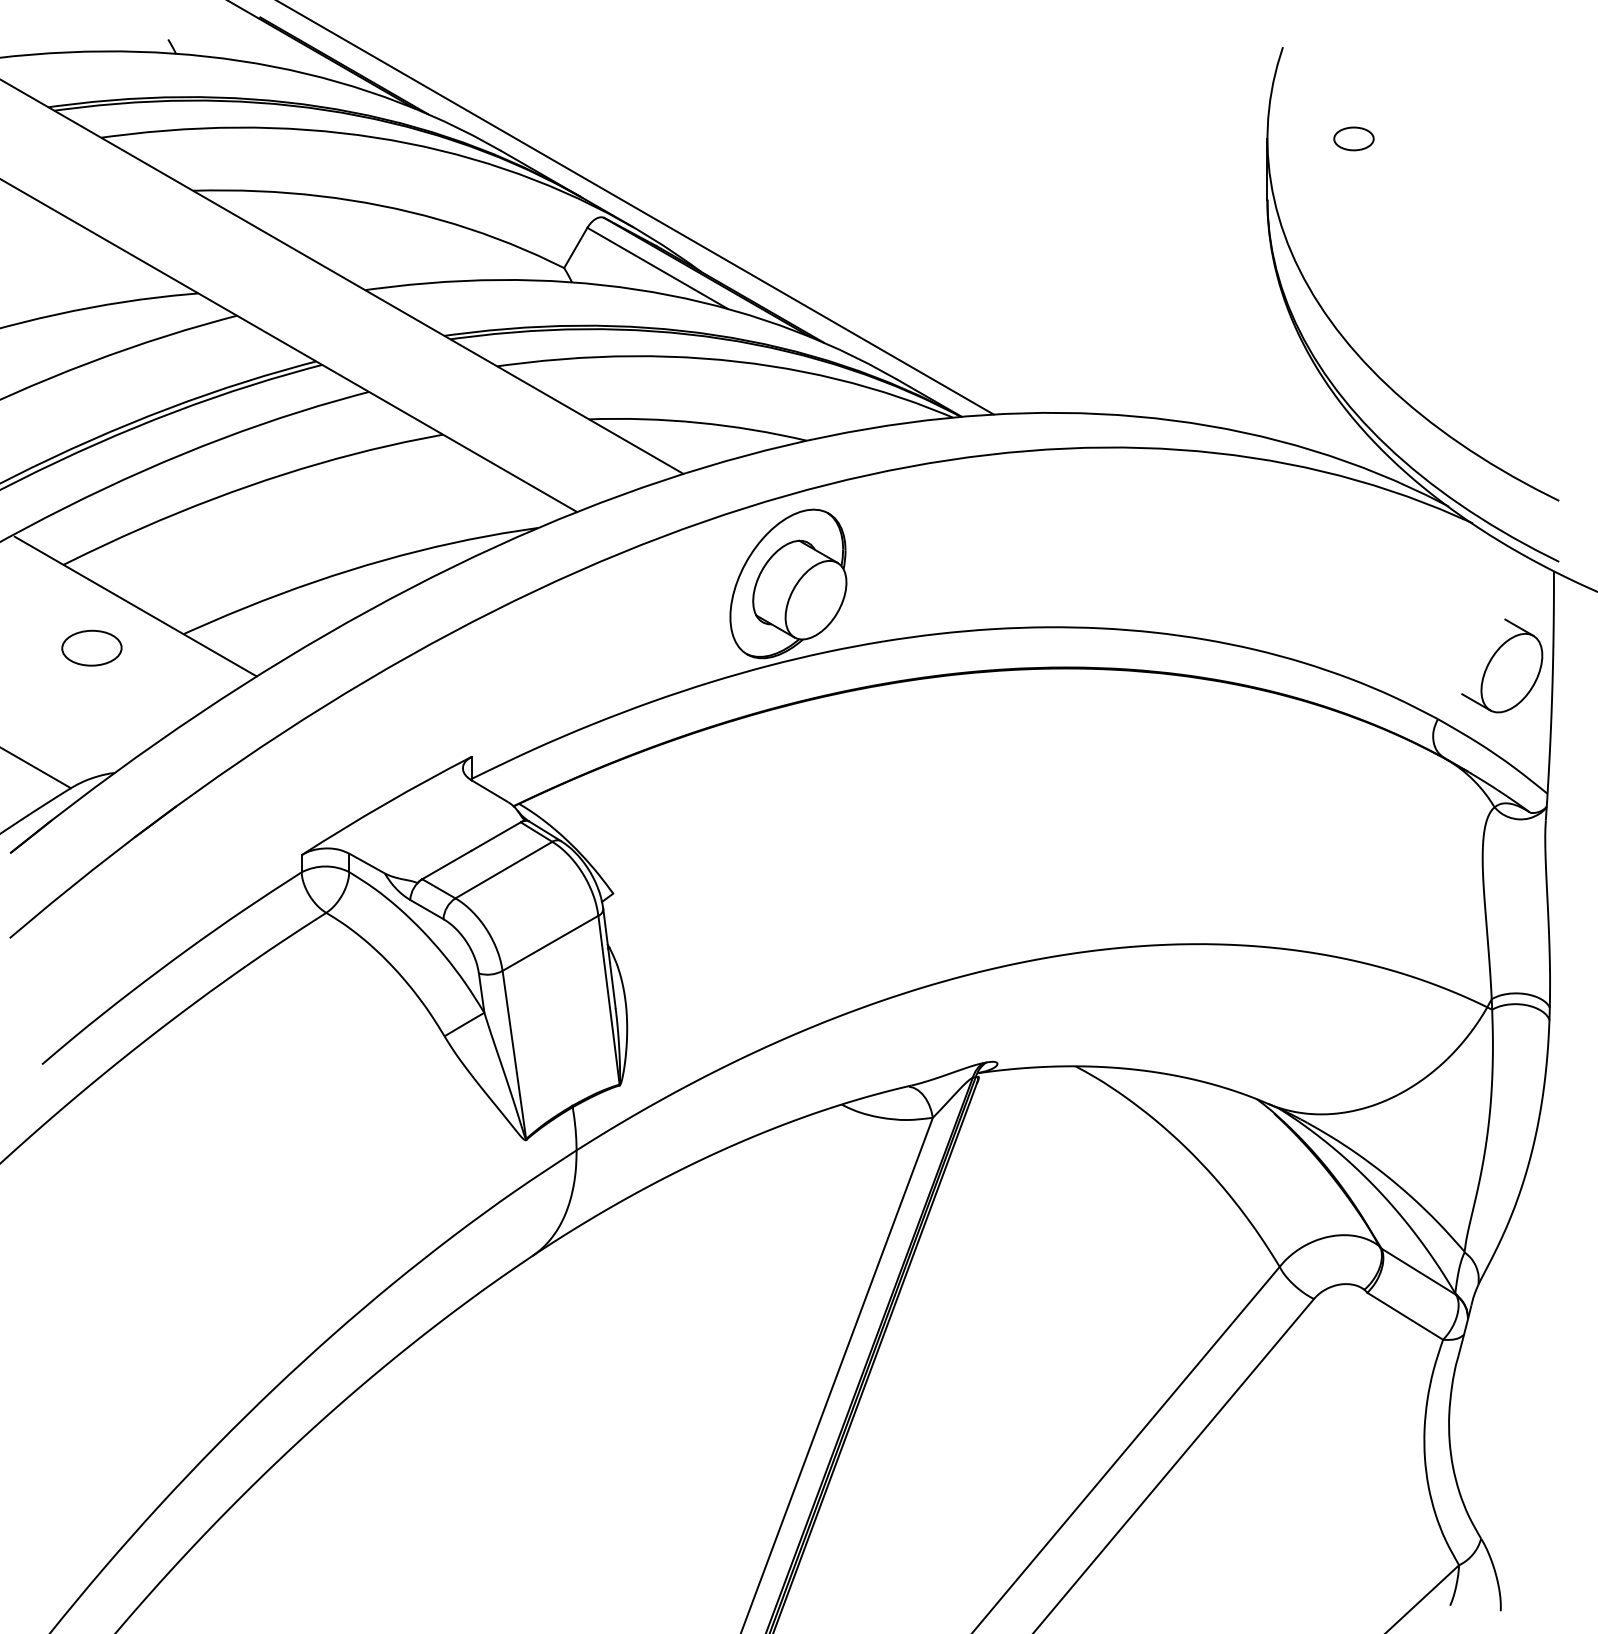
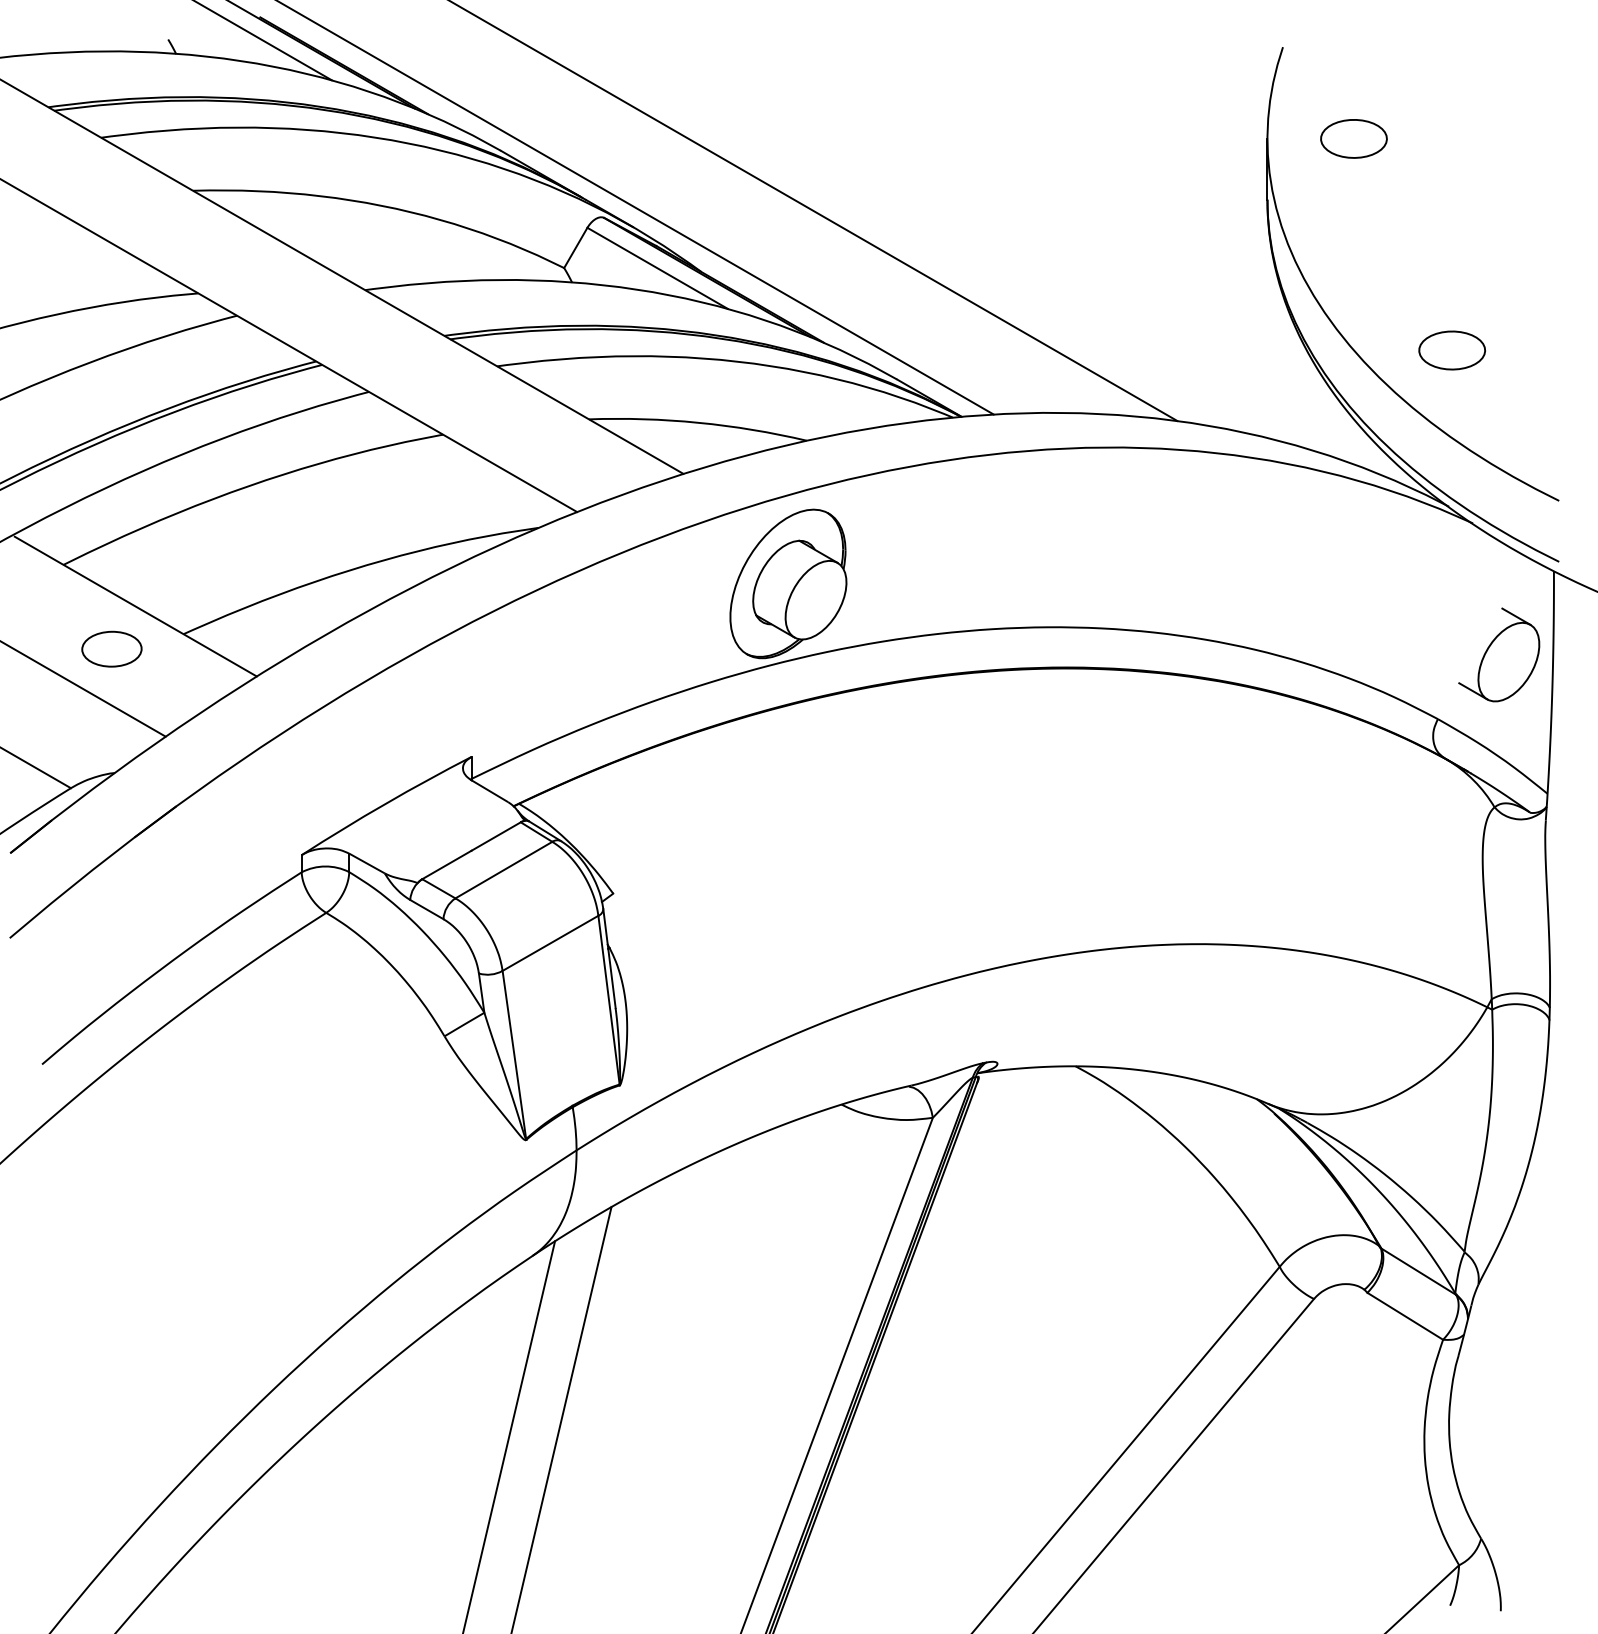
line at (263, 41): none -> present
part at (1353, 138) size: 42x26 px -> 68x40 px
line at (814, 211): none -> present
part at (1451, 350): none -> present
part at (91, 647) position: (91, 647) -> (111, 648)
part at (1502, 665) position: (1502, 665) -> (1499, 654)
line at (83, 689): none -> present
line at (561, 1418): none -> present
line at (509, 1435): none -> present
